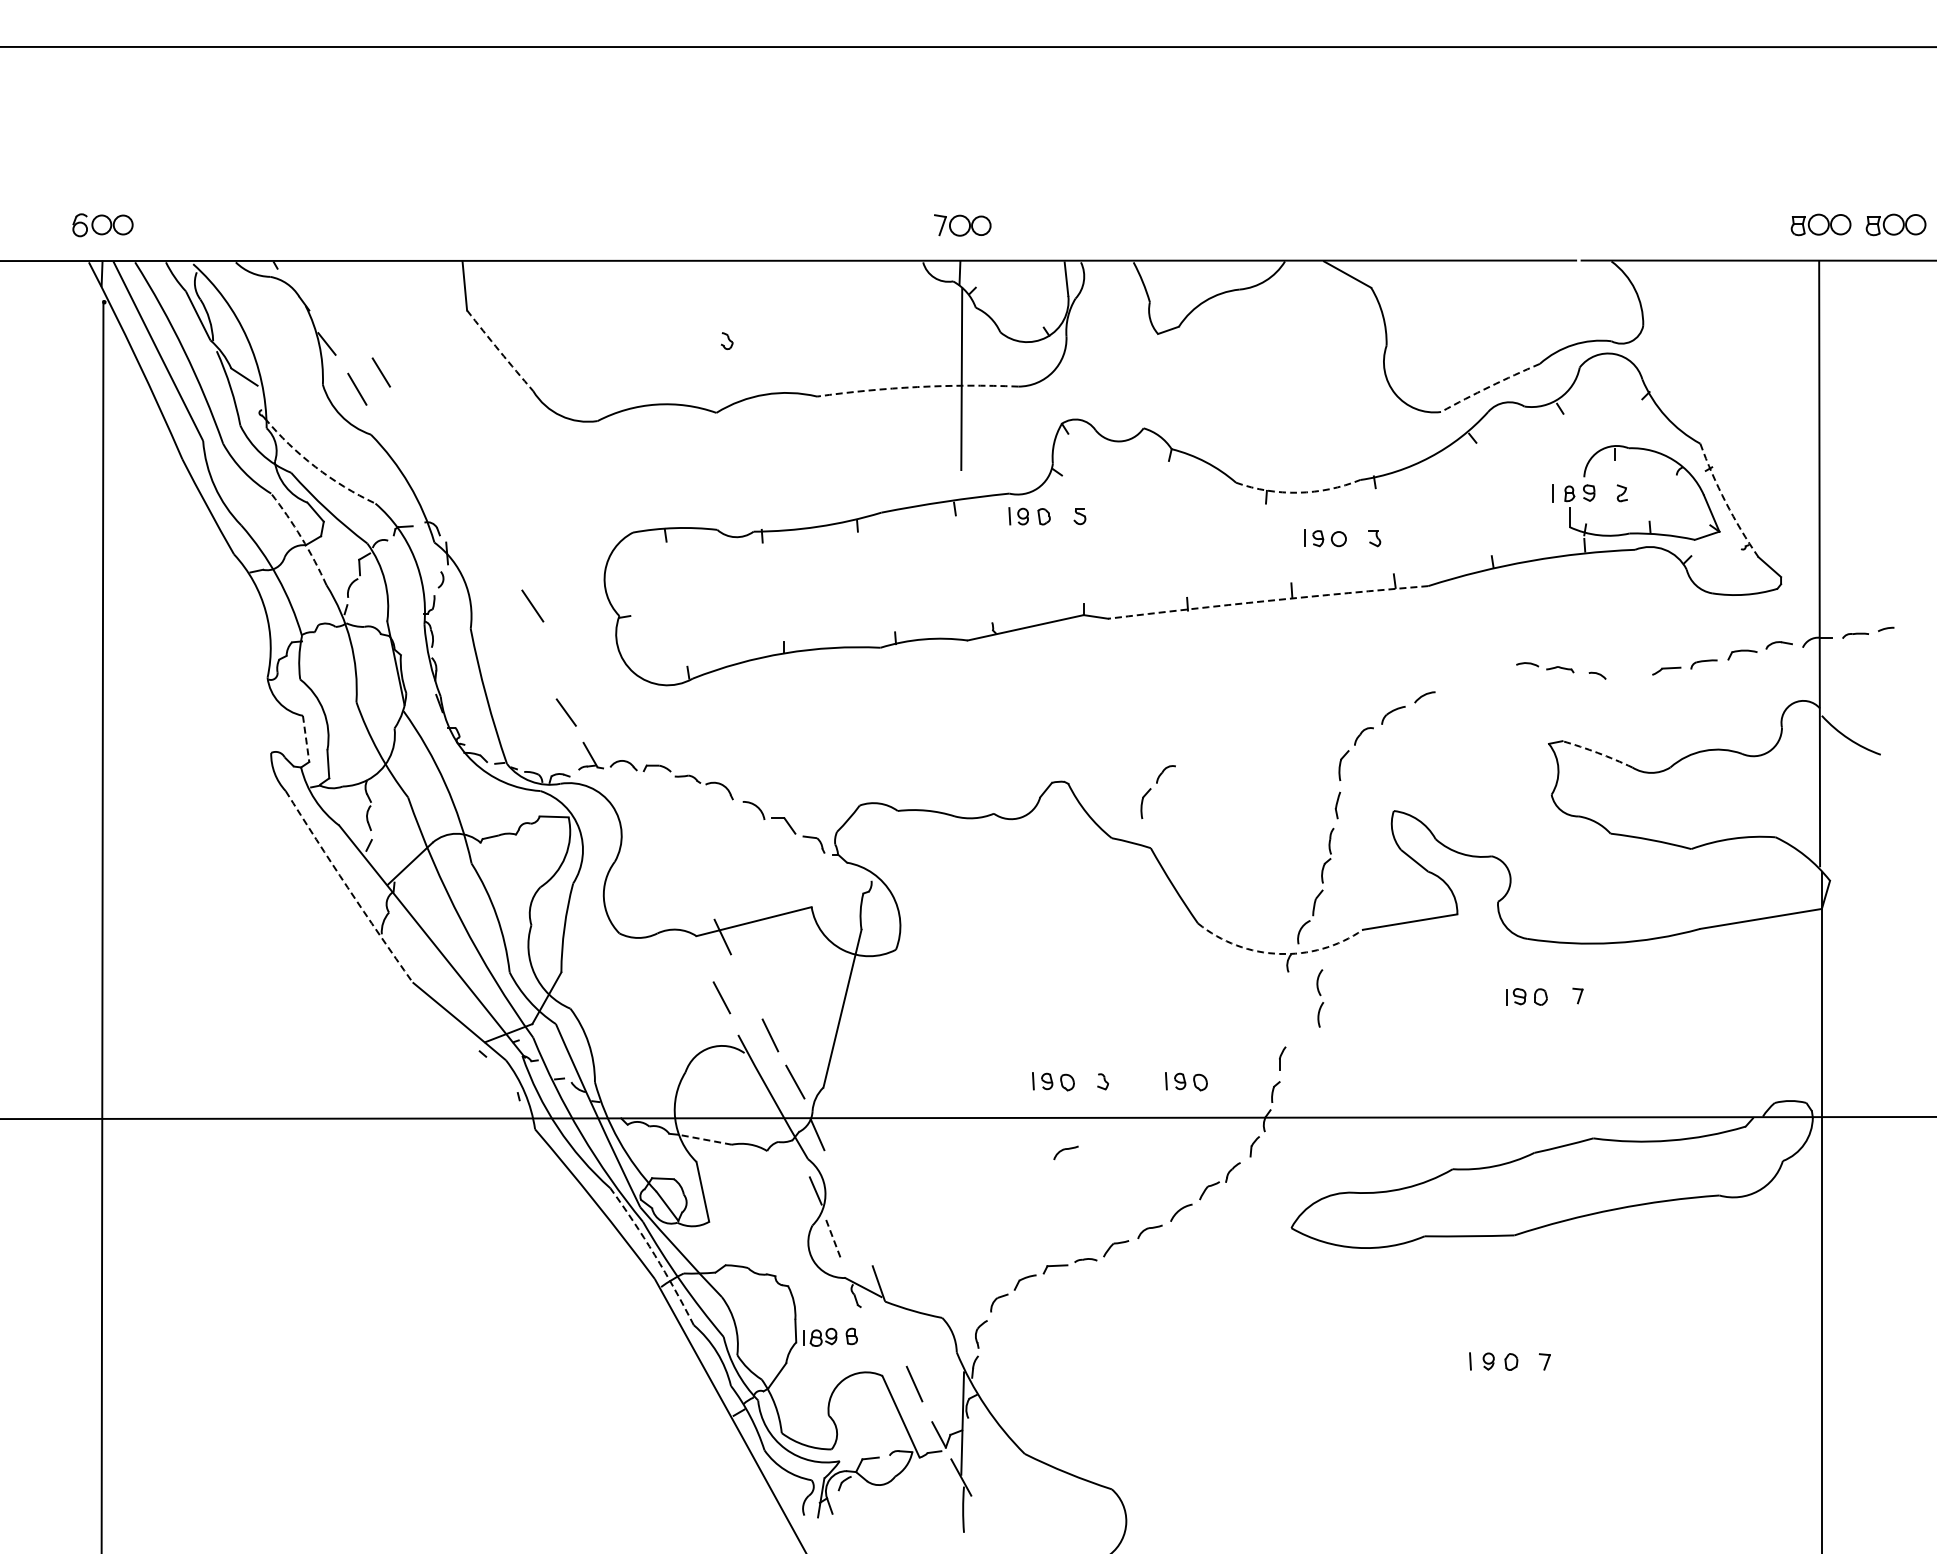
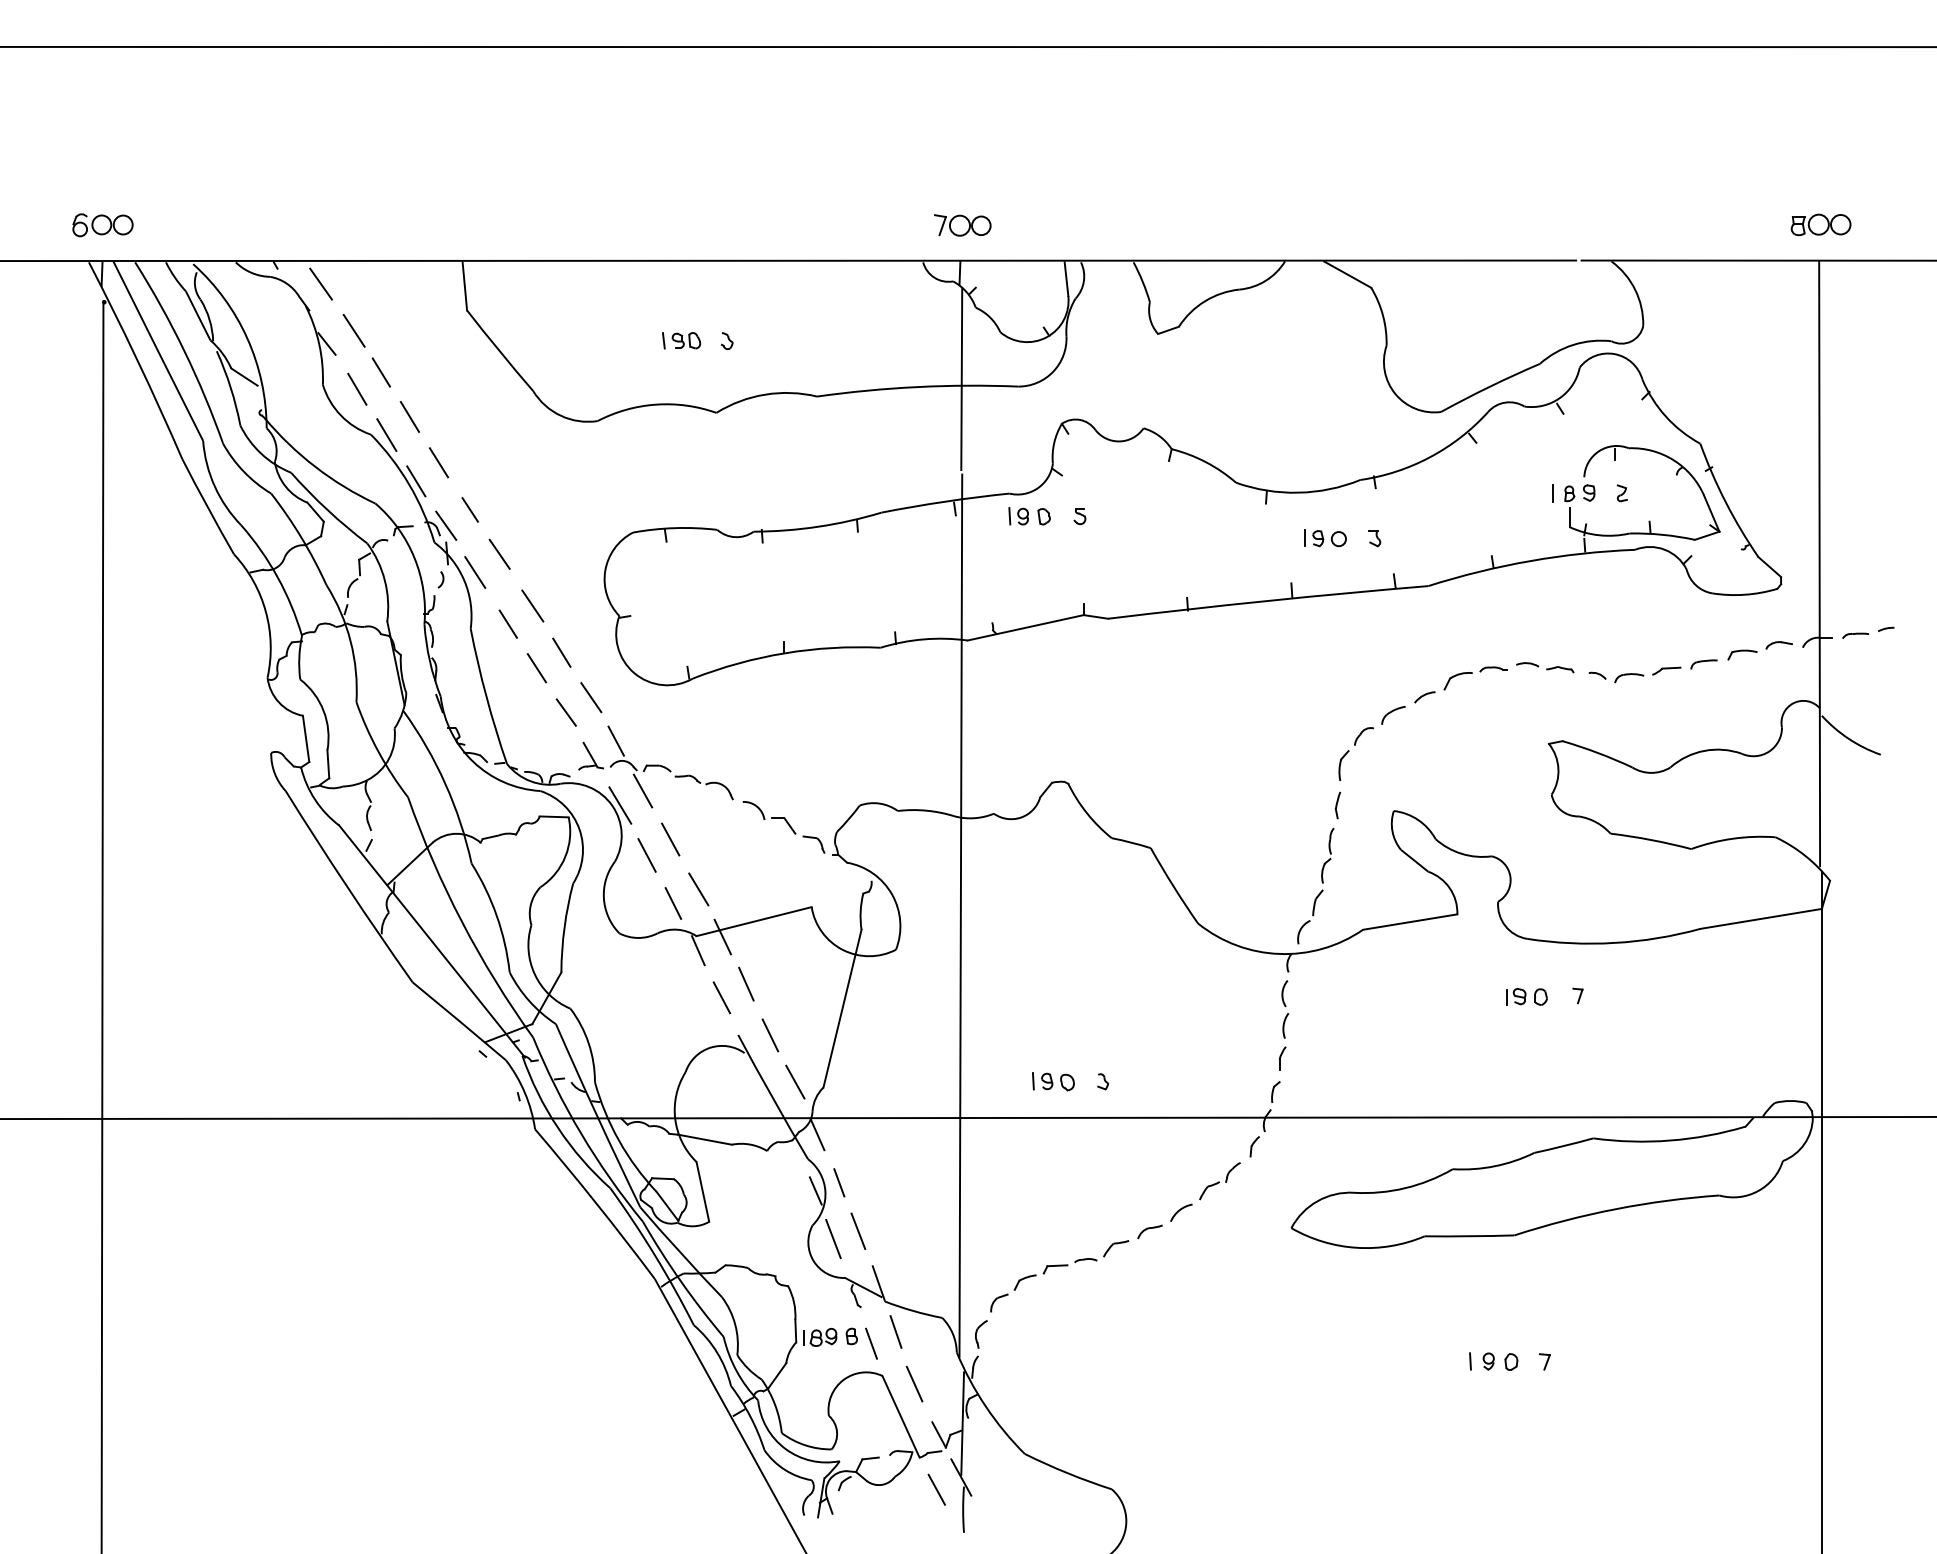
part at (1895, 224): present -> none
line at (320, 283): none -> present
line at (353, 330): none -> present
part at (681, 340): none -> present
arc at (499, 351): dashed -> solid
arc at (1489, 386): dashed -> solid
arc at (917, 387): dashed -> solid
line at (409, 416): none -> present
line at (386, 434): none -> present
line at (439, 462): none -> present
arc at (315, 467): dashed -> solid
line at (416, 481): none -> present
arc at (1298, 492): dashed -> solid
arc at (1725, 502): dashed -> solid
line at (469, 509): none -> present
line at (446, 525): none -> present
arc at (301, 537): dashed -> solid
line at (499, 553): none -> present
line at (475, 572): none -> present
arc at (1268, 600): dashed -> solid
line at (507, 623): none -> present
line at (561, 652): none -> present
line at (536, 668): none -> present
part at (1475, 678): none -> present
part at (1629, 678): none -> present
line at (591, 697): none -> present
line at (306, 739): dashed -> solid
line at (615, 740): none -> present
arc at (1597, 752): dashed -> solid
part at (1151, 789): present -> none
line at (642, 790): none -> present
line at (620, 805): none -> present
line at (670, 839): none -> present
line at (646, 855): none -> present
arc at (347, 887): dashed -> solid
line at (698, 889): none -> present
line at (673, 903): none -> present
line at (960, 915): none -> present
line at (697, 950): none -> present
arc at (1279, 953): dashed -> solid
line at (746, 983): none -> present
part at (1320, 998) position: (1320, 998) -> (1285, 1009)
part at (1186, 1081): present -> none
line at (704, 1139): dashed -> solid
part at (1065, 1152): present -> none
line at (839, 1182): none -> present
line at (858, 1231): none -> present
line at (833, 1239): dashed -> solid
arc at (654, 1255): dashed -> solid
line at (895, 1331): none -> present
line at (871, 1343): none -> present
line at (936, 1489): none -> present
